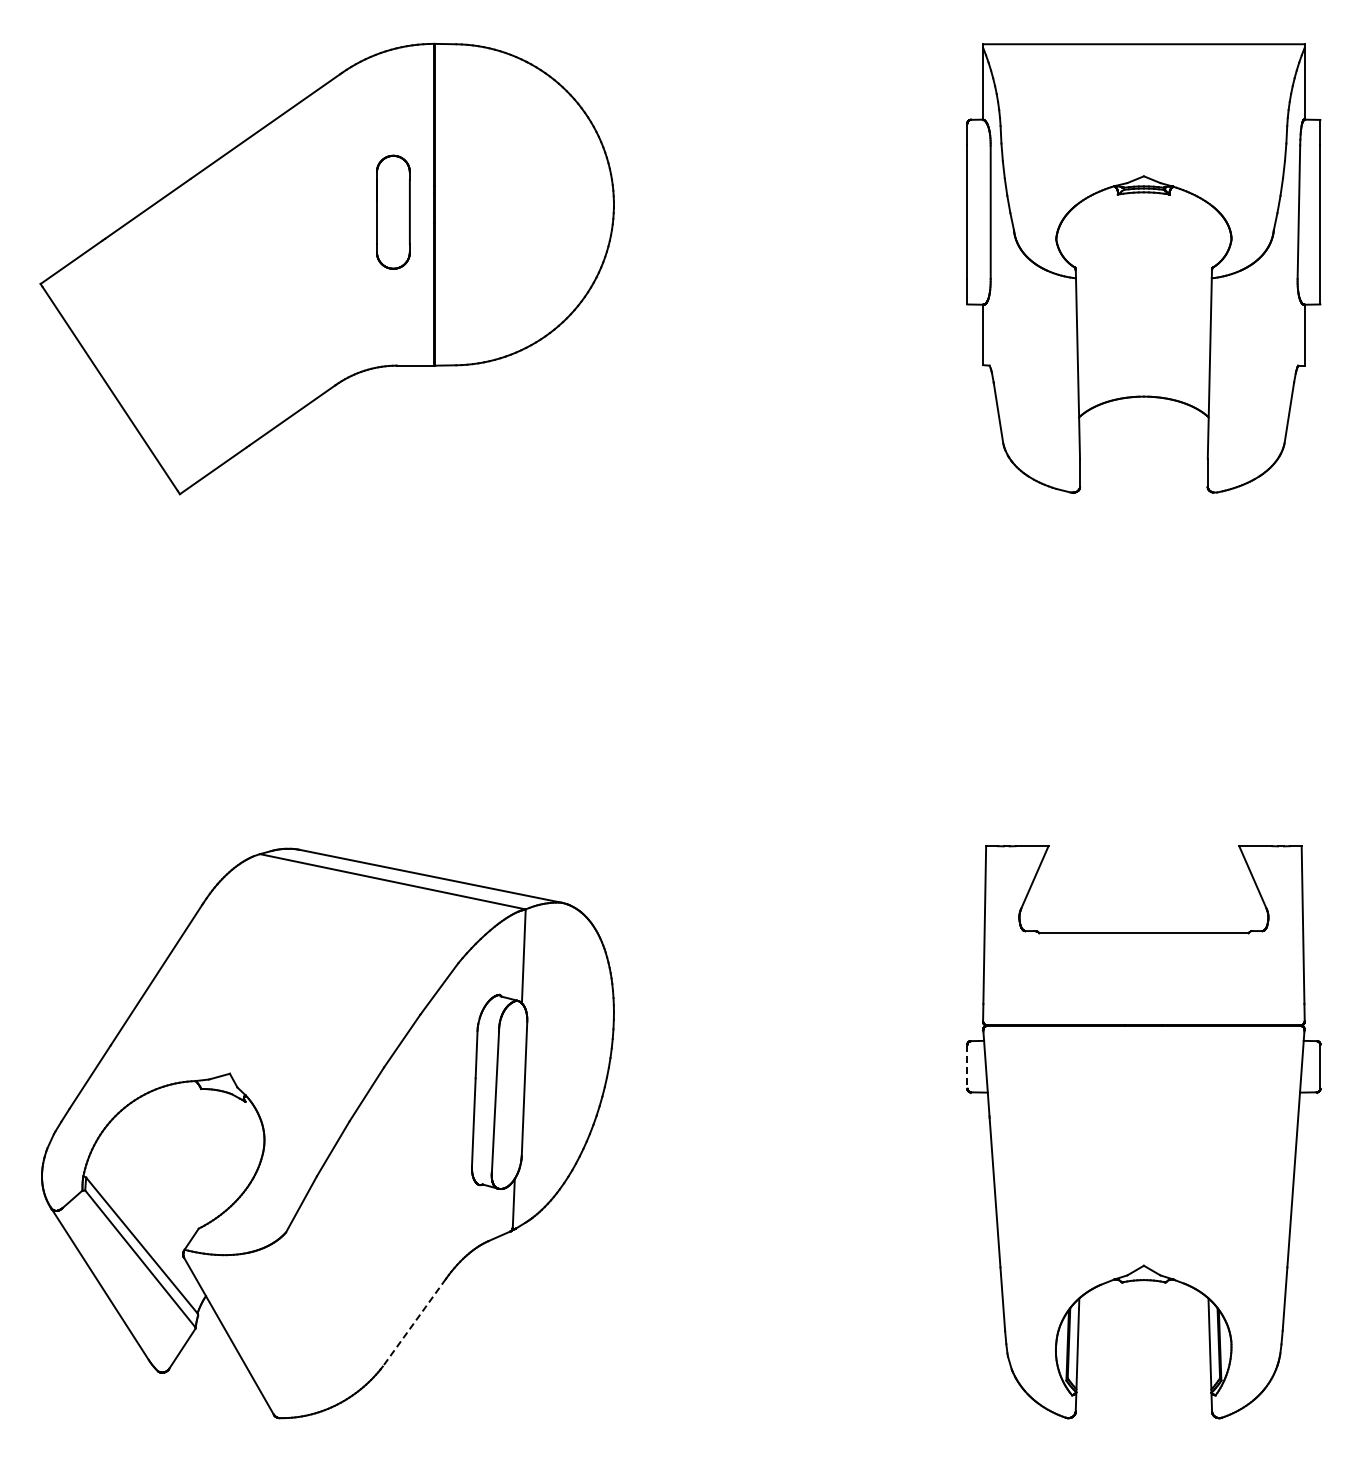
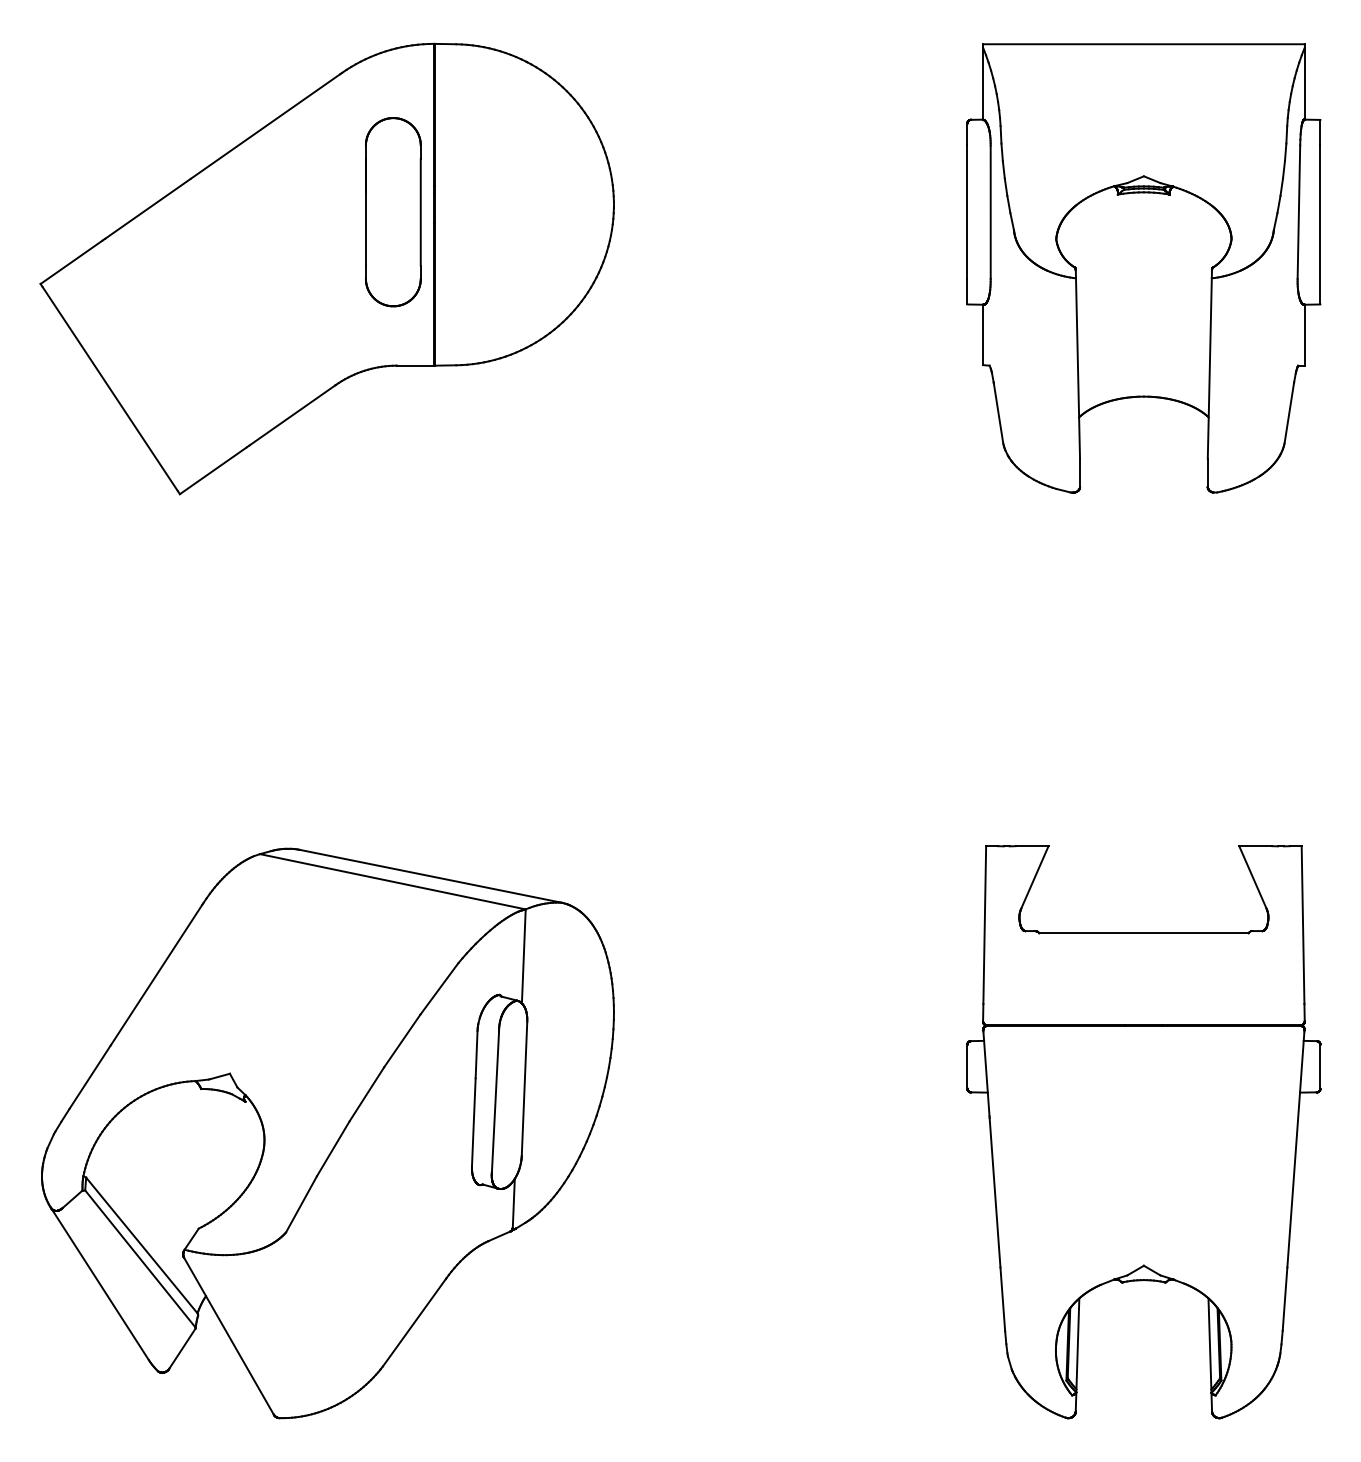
part at (393, 211) size: 35x116 px -> 57x191 px
line at (967, 1066): dashed -> solid
line at (414, 1322): dashed -> solid
